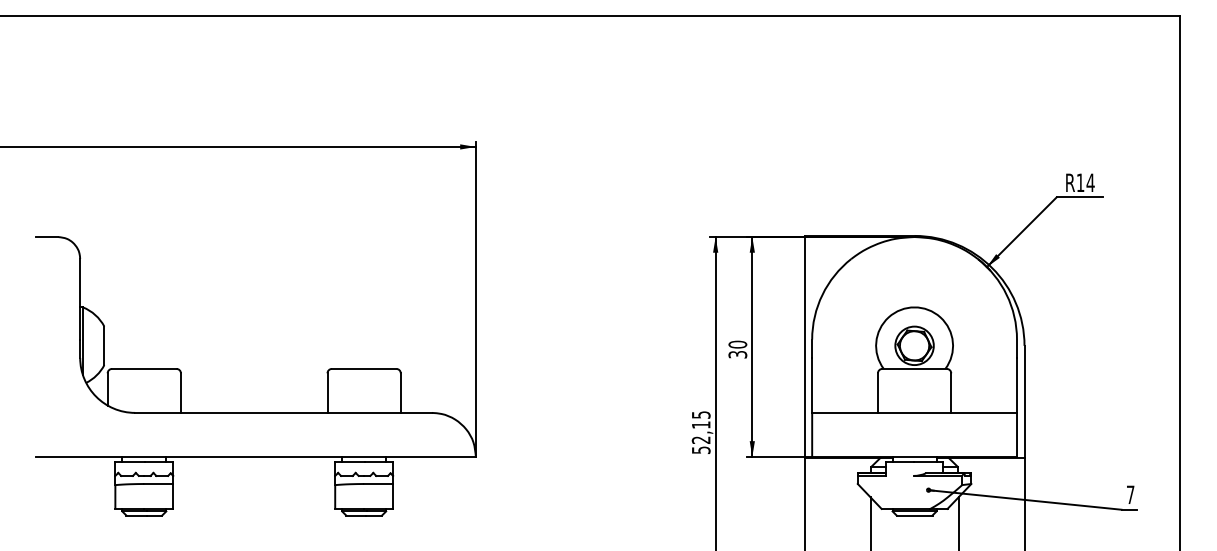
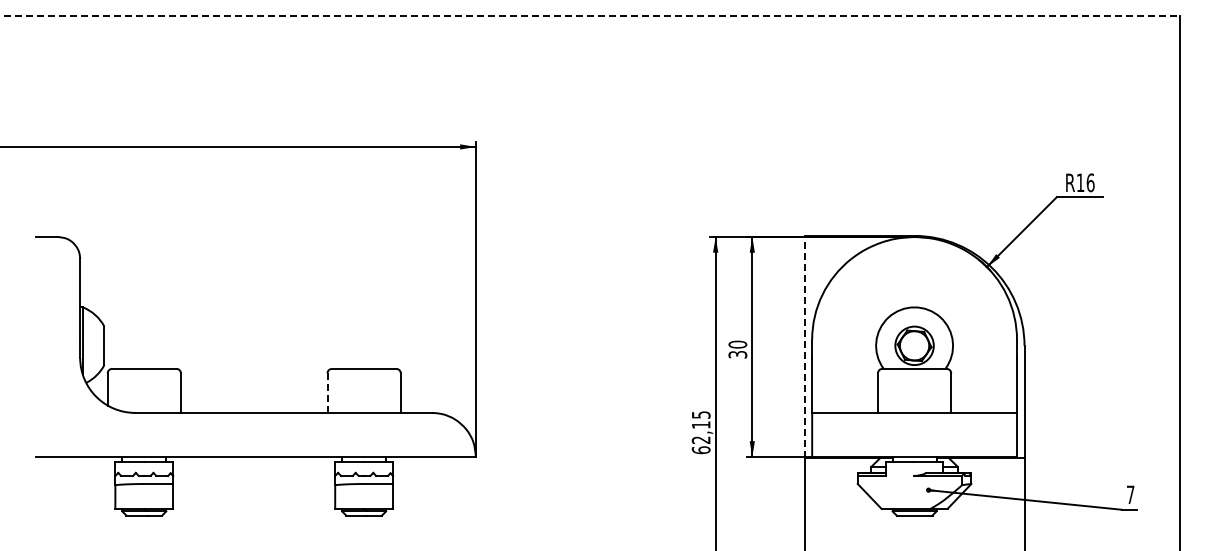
line at (590, 16): solid -> dashed
text at (1090, 182): R14 -> R16
line at (804, 346): solid -> dashed
line at (327, 393): solid -> dashed
text at (700, 450): 52,15 -> 62,15
line at (870, 522): present -> none
line at (958, 522): present -> none
